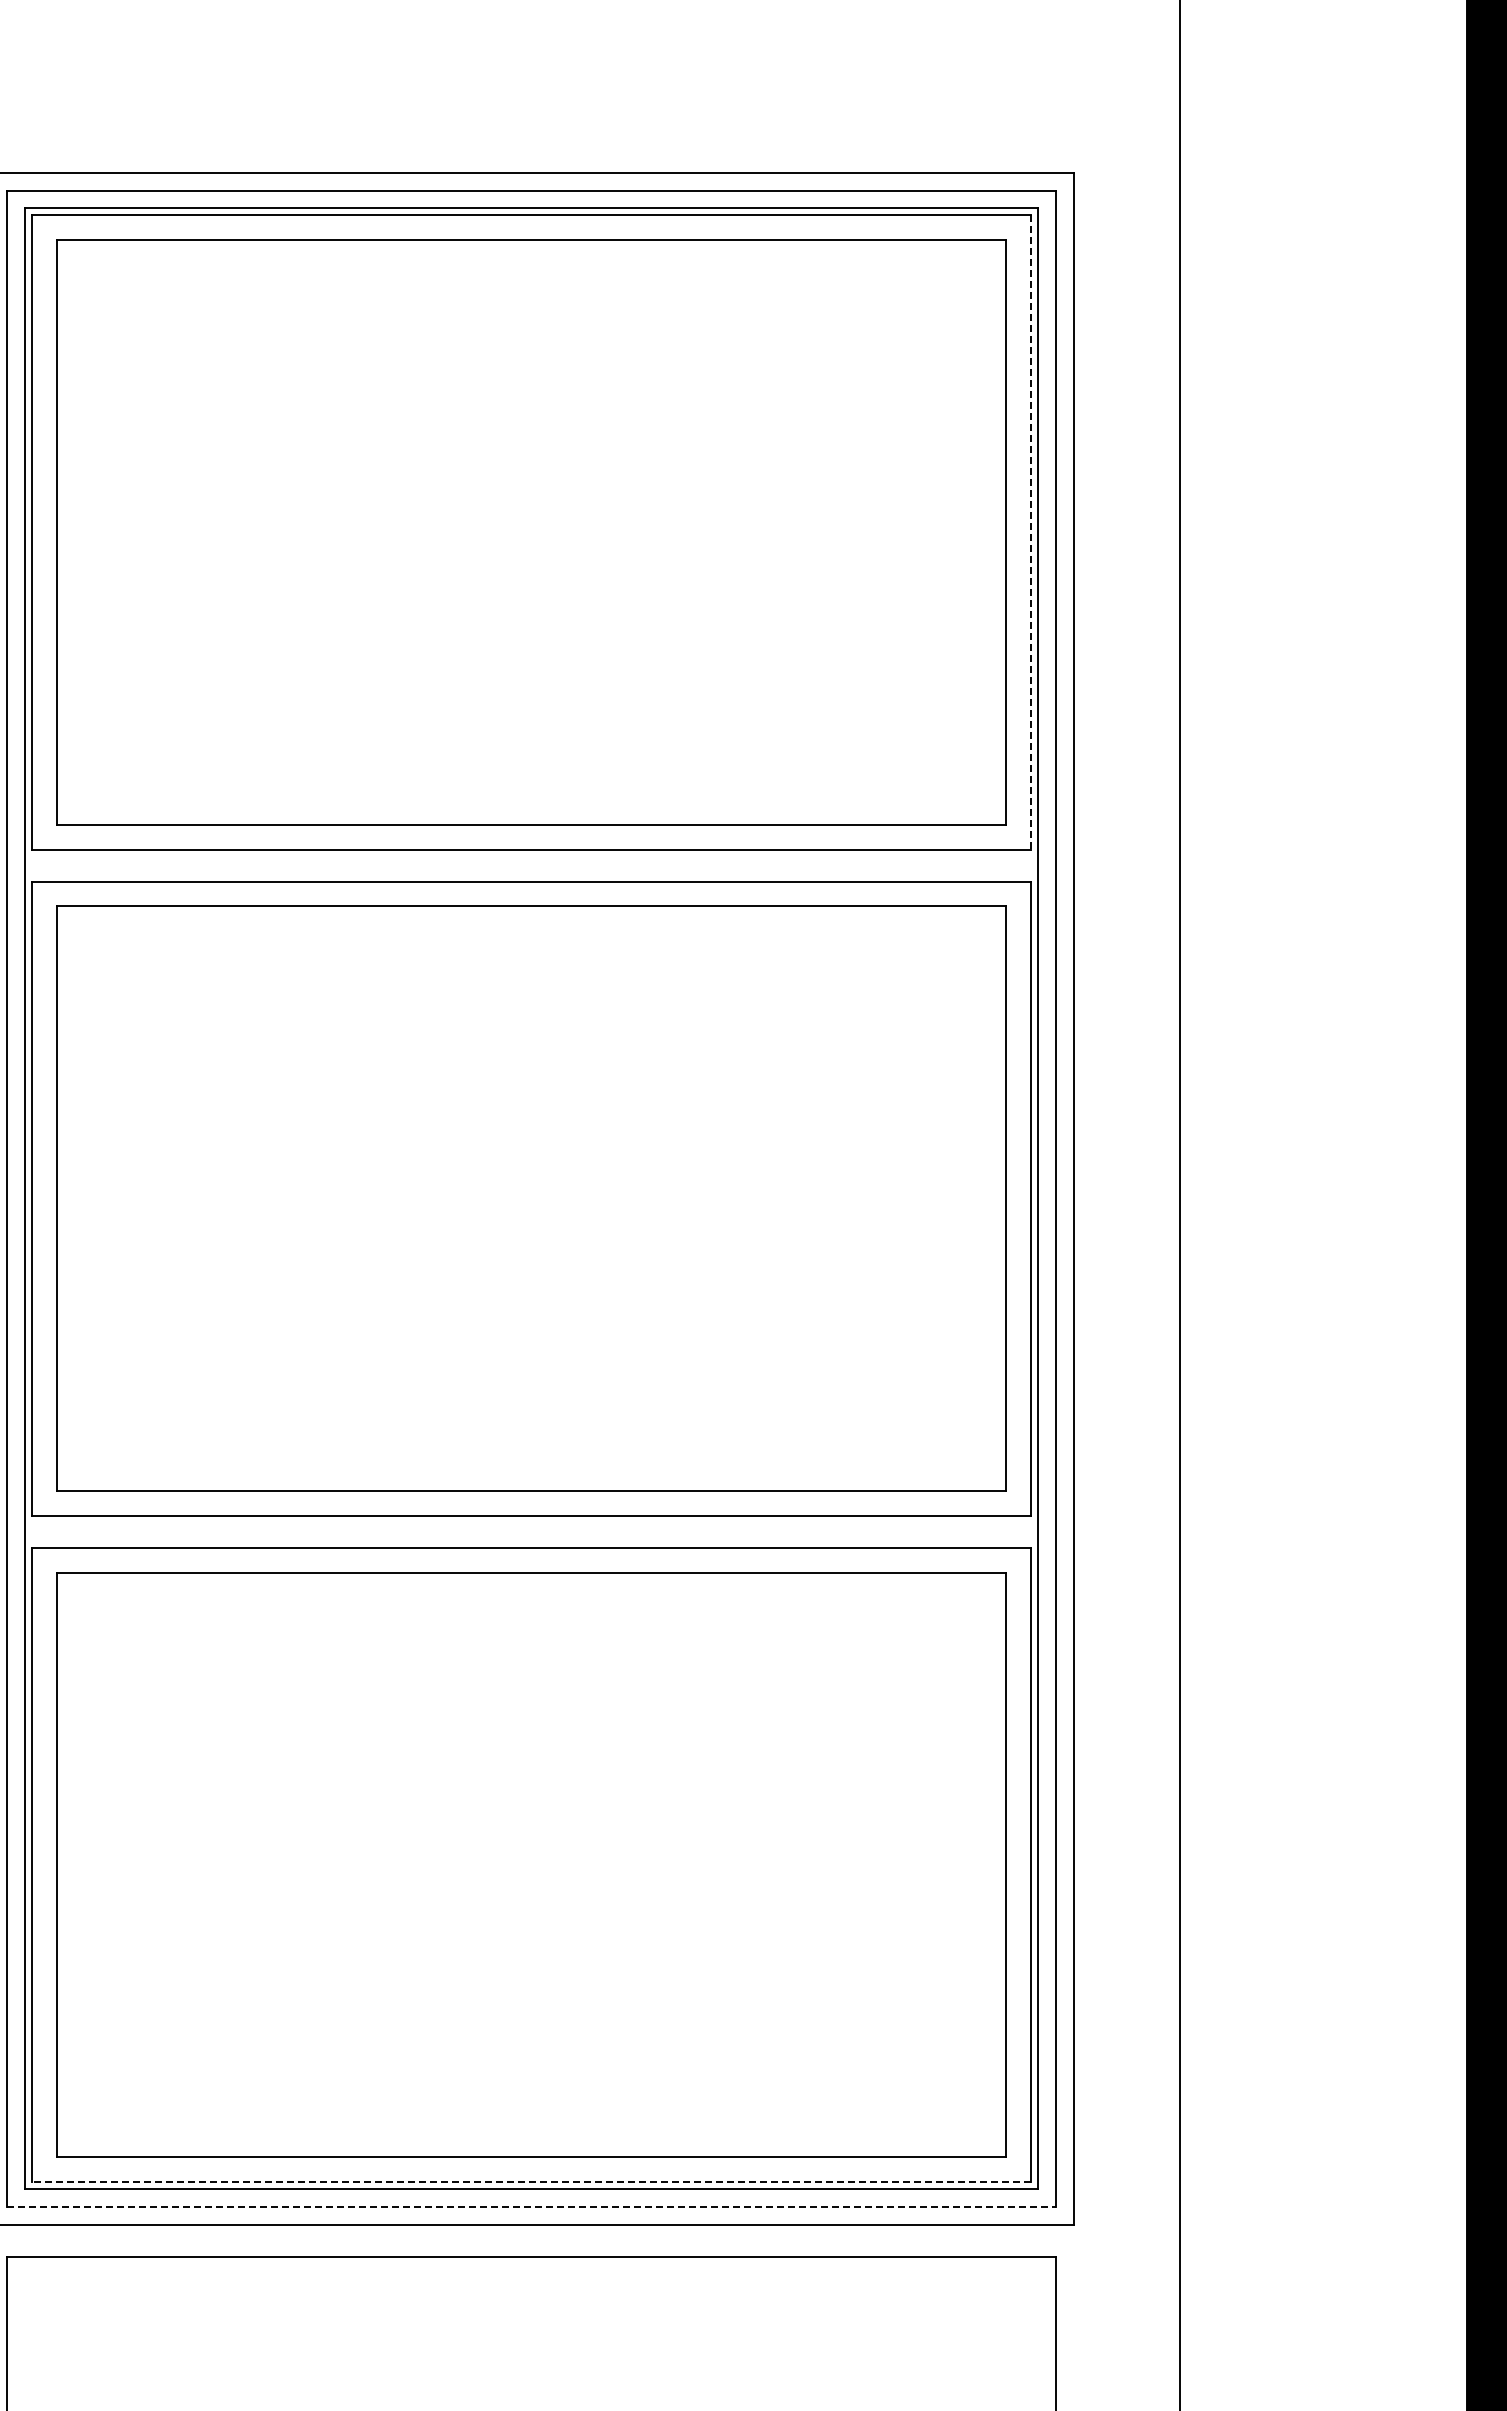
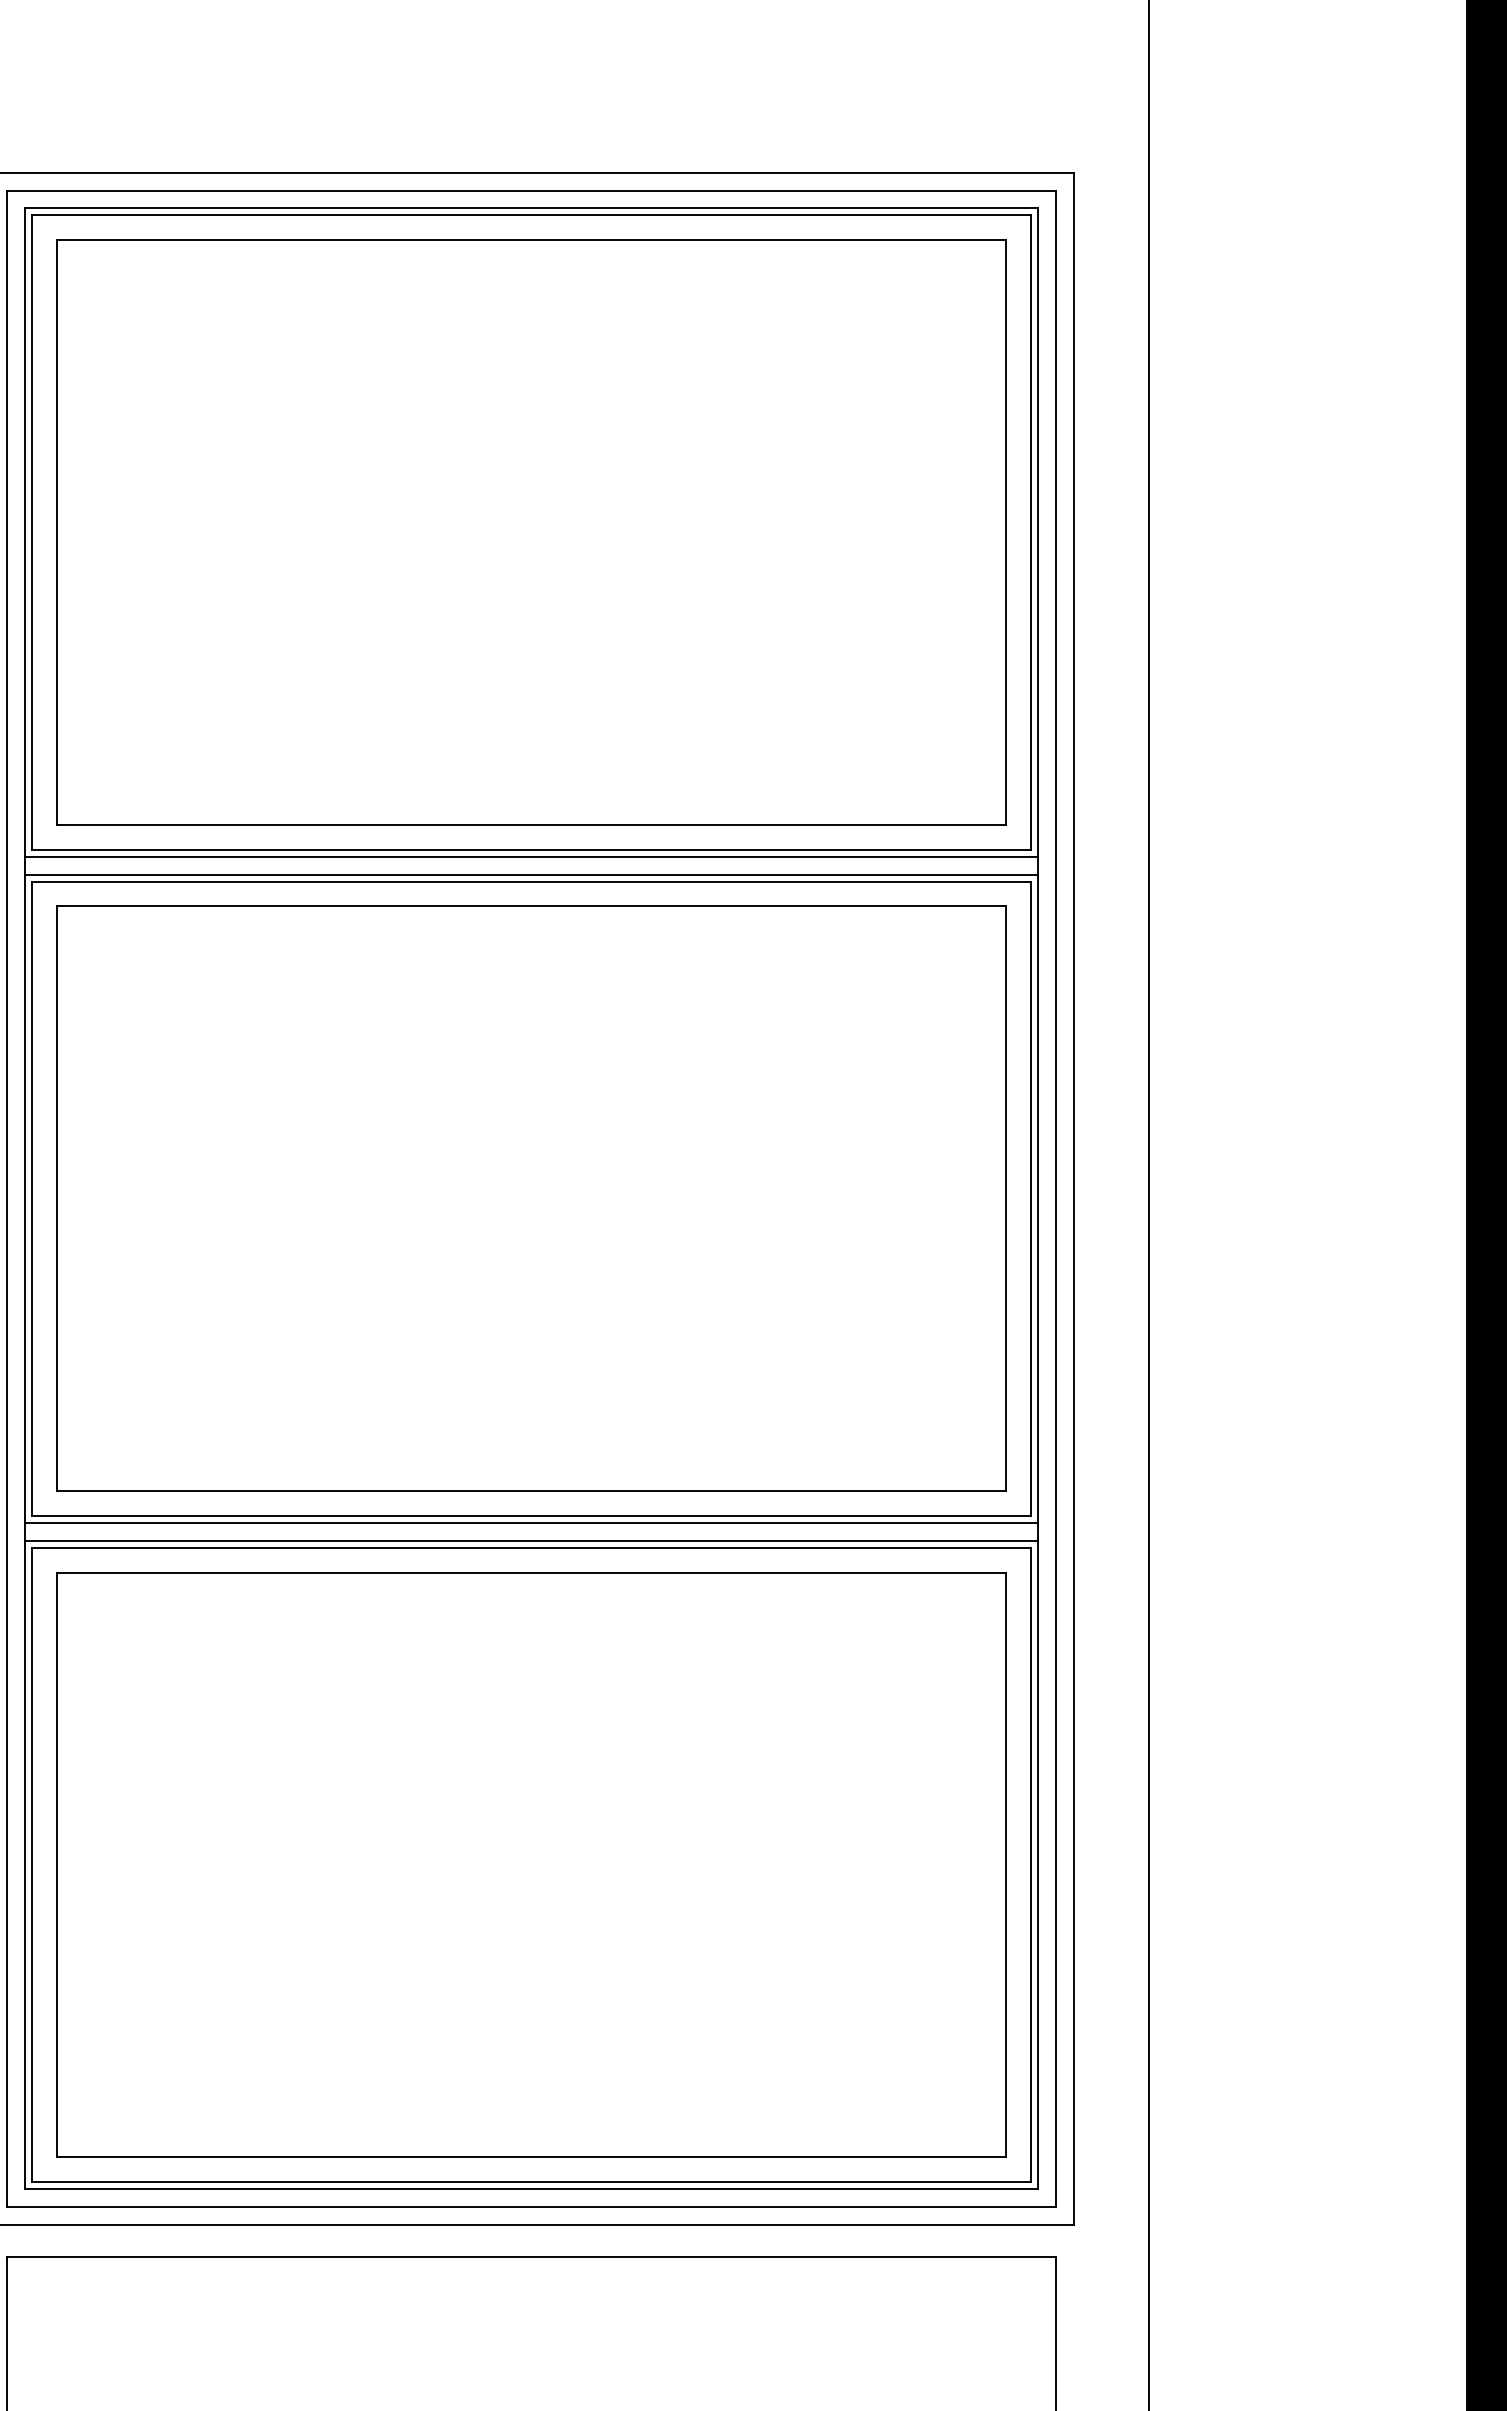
line at (1031, 533): dashed -> solid
line at (531, 856): none -> present
line at (531, 874): none -> present
line at (1180, 1204) position: (1180, 1204) -> (1149, 1204)
line at (531, 1523): none -> present
line at (531, 1540): none -> present
line at (531, 2182): dashed -> solid
line at (532, 2207): dashed -> solid
